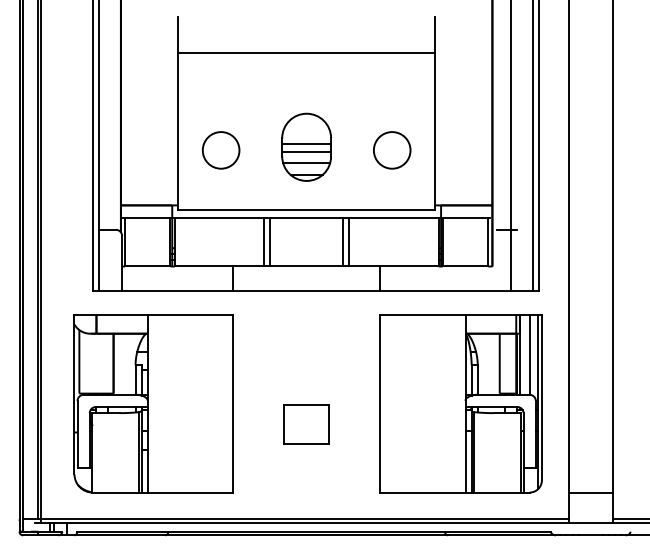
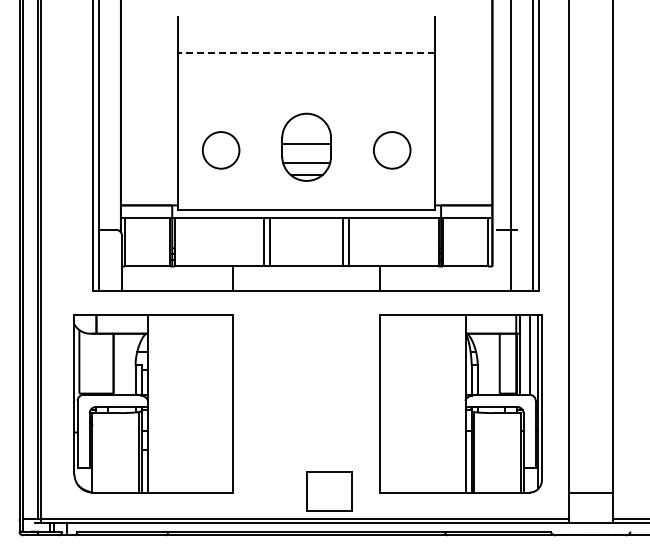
line at (306, 53): solid -> dashed
line at (306, 151): present -> none
part at (306, 424) position: (306, 424) -> (329, 491)
